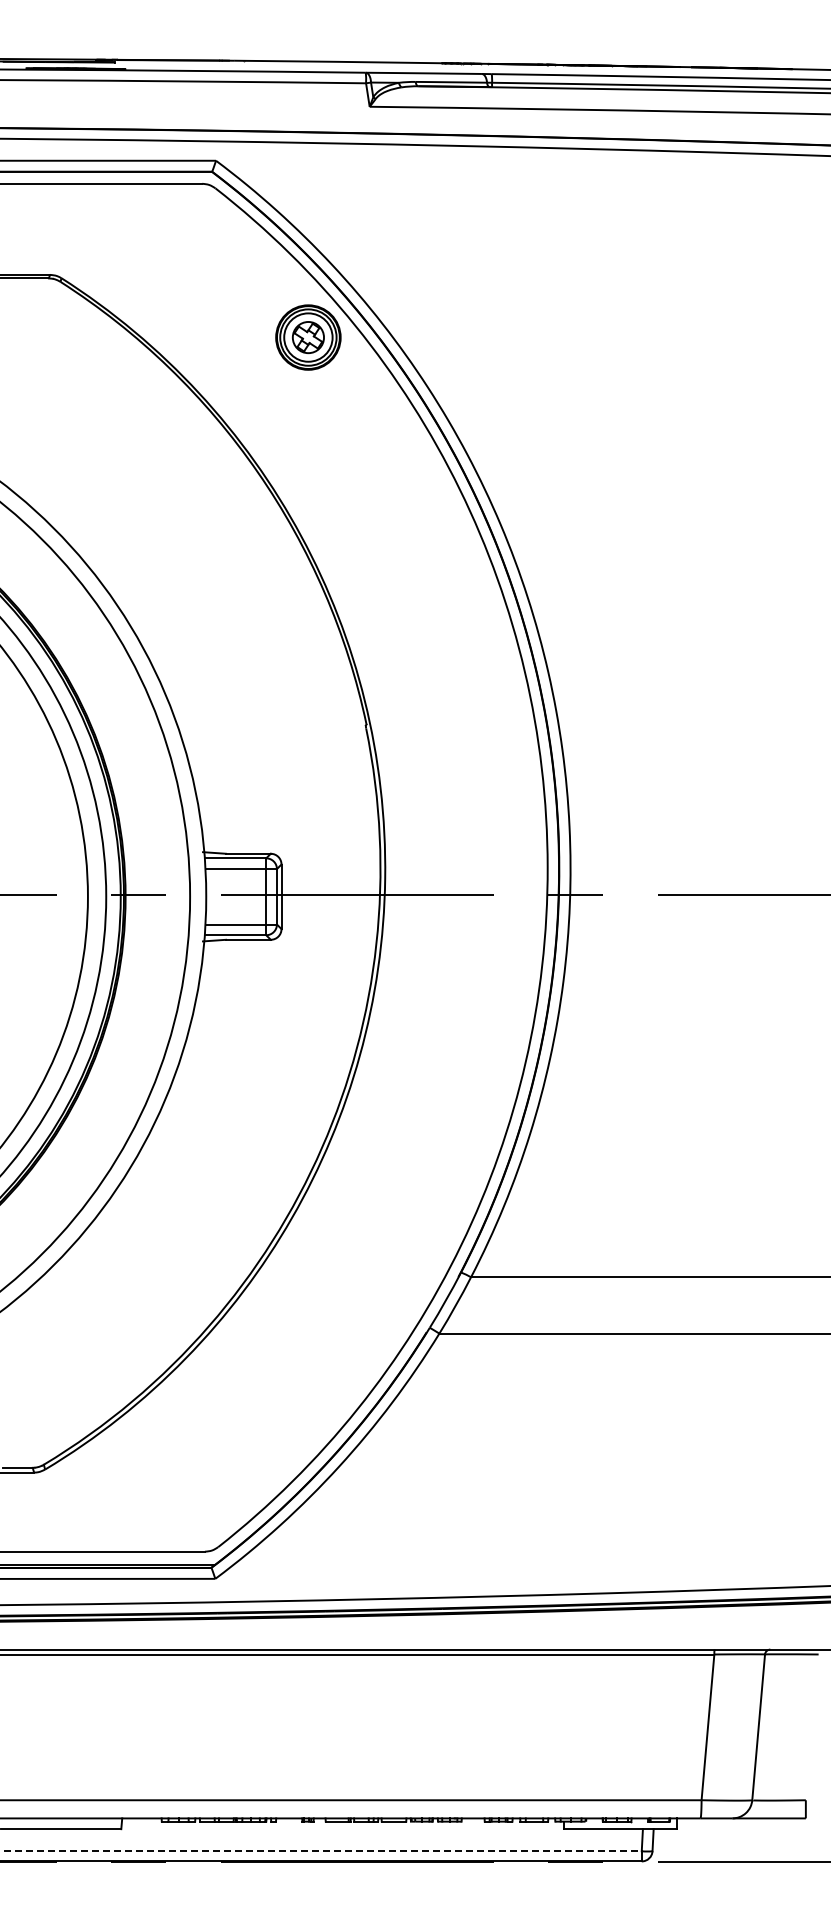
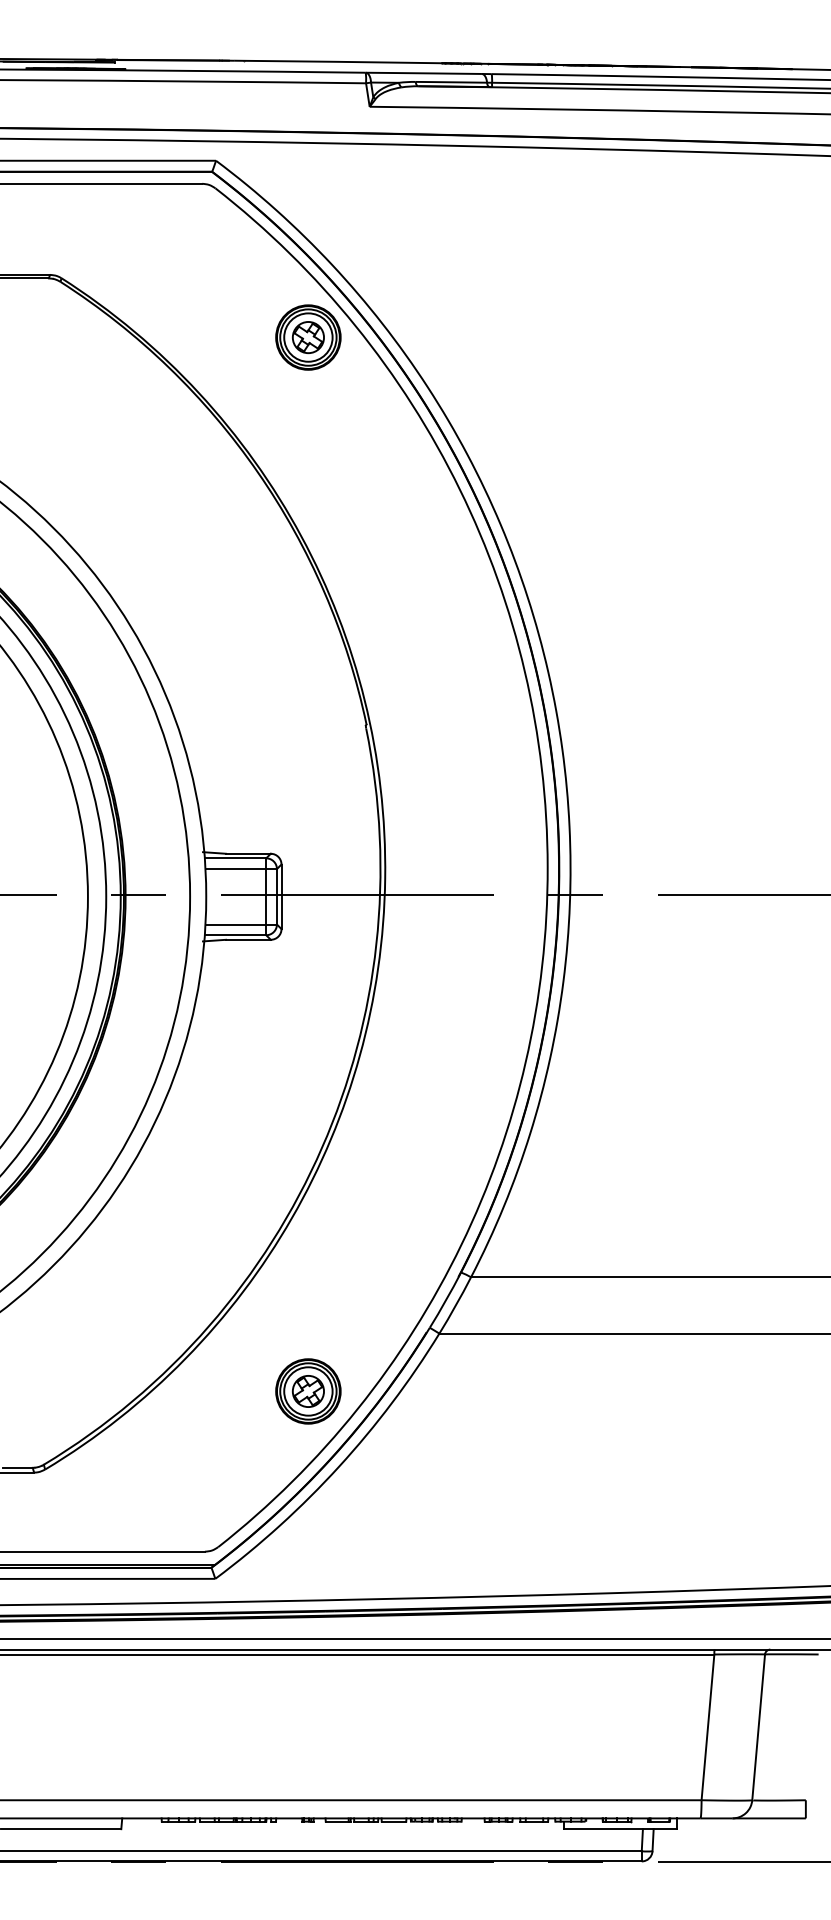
part at (308, 1391): none -> present
line at (414, 1639): none -> present
line at (320, 1851): dashed -> solid
